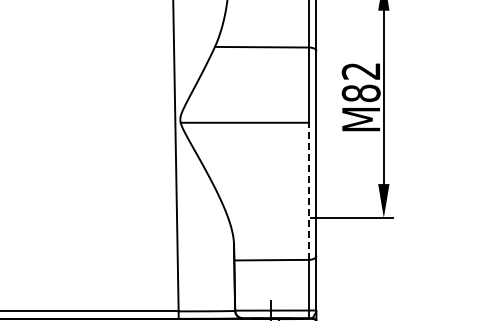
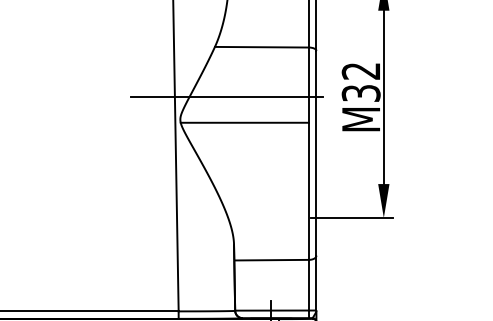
text at (360, 93): M82 -> M32
line at (226, 97): none -> present
line at (308, 191): dashed -> solid
